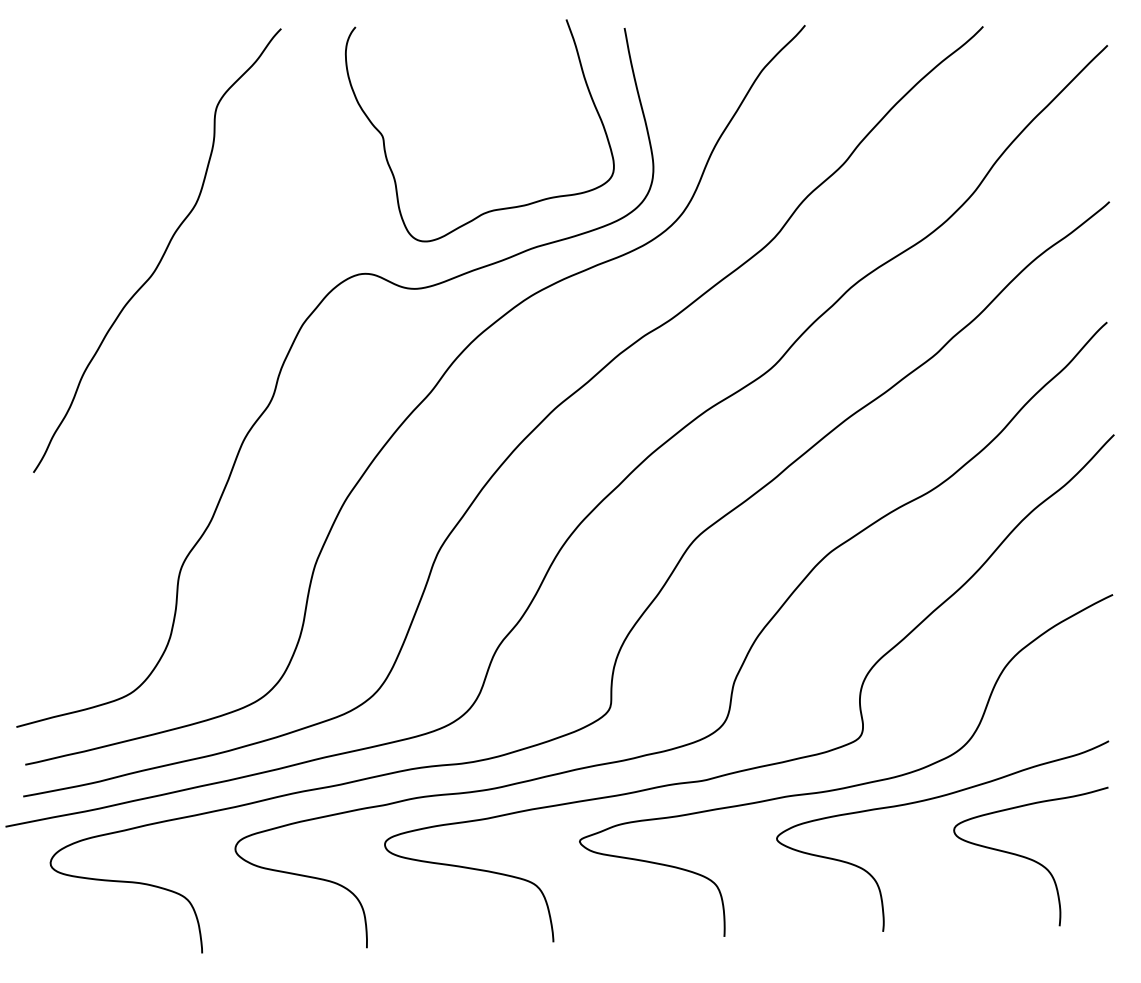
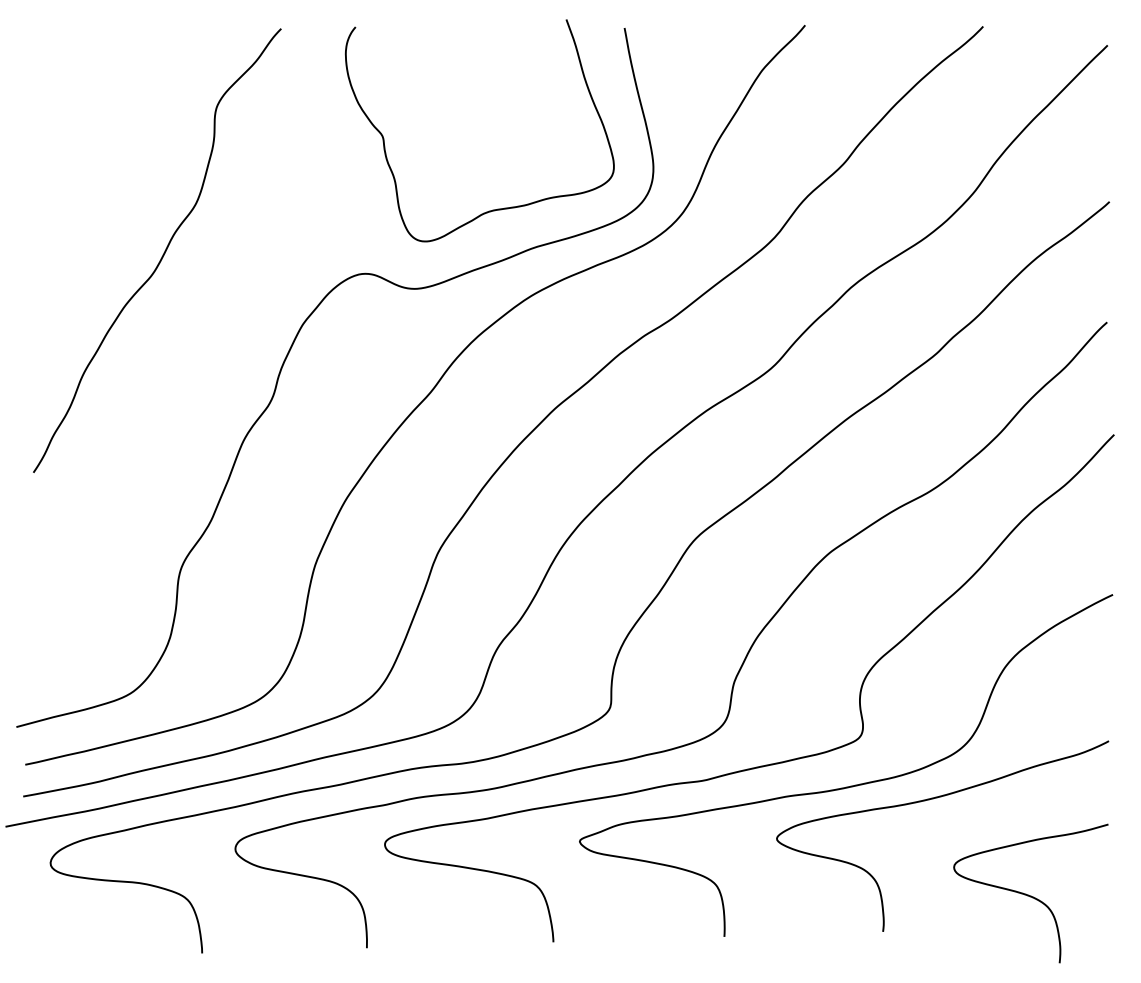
curve at (1030, 858) position: (1030, 858) -> (1030, 895)
